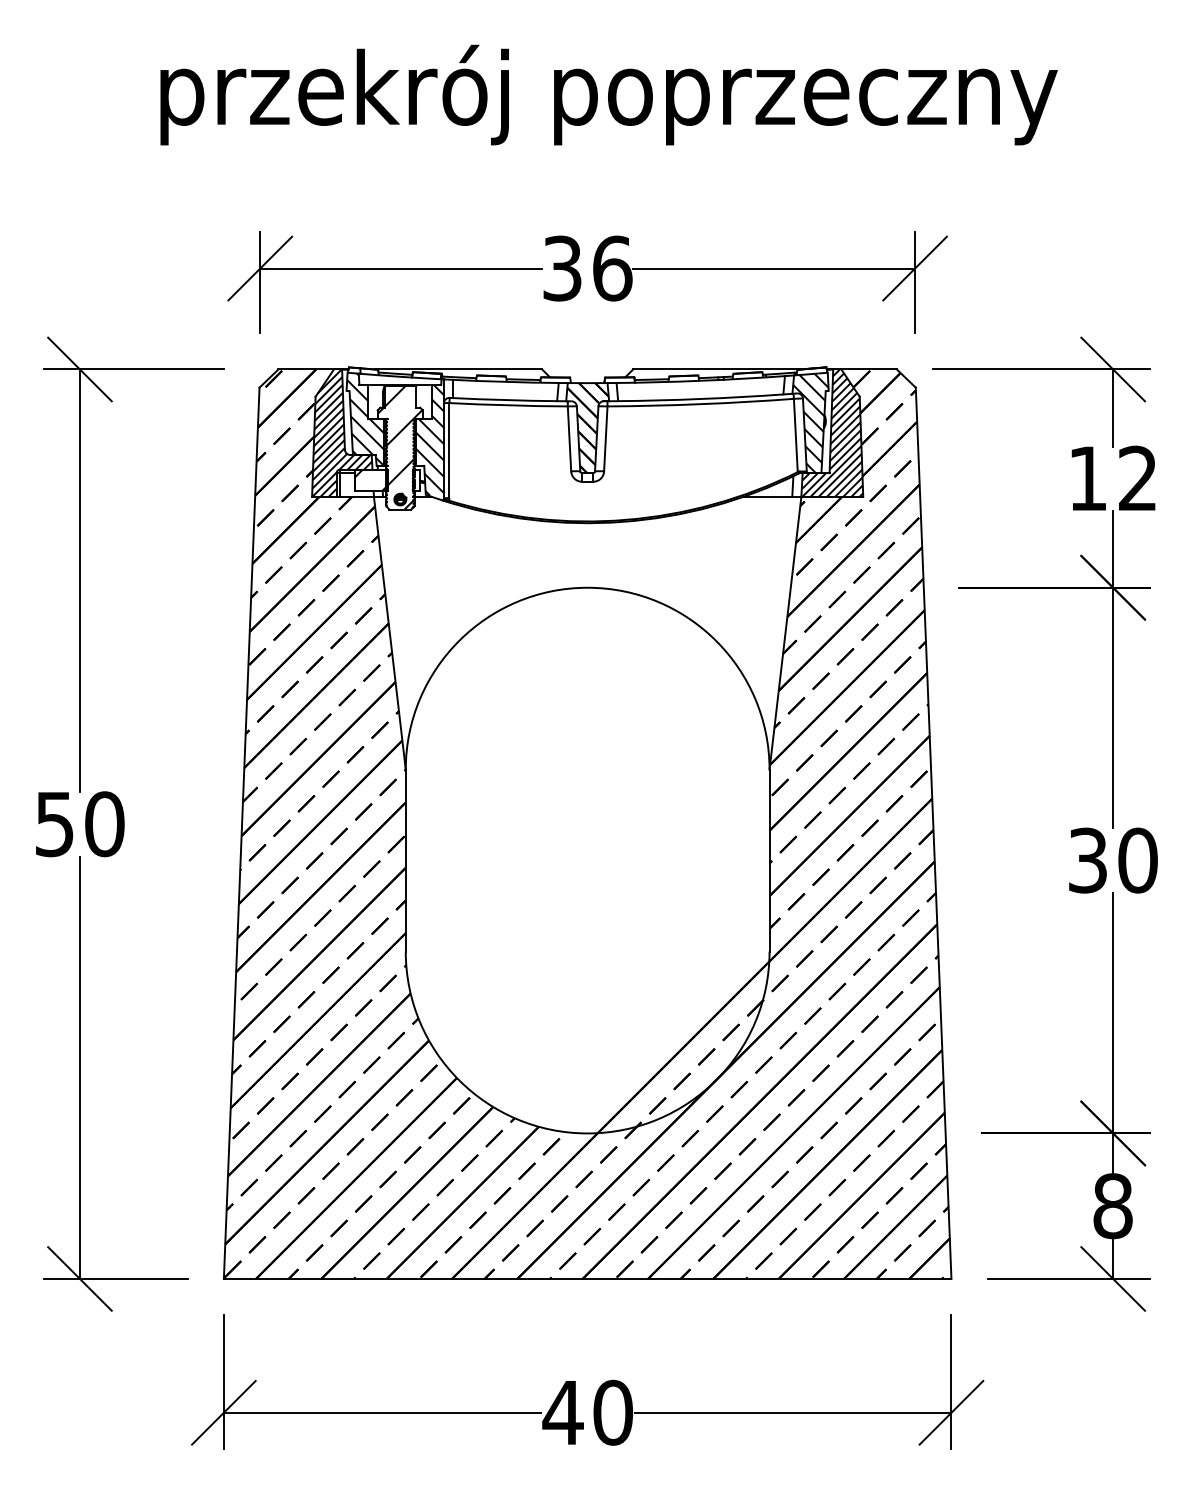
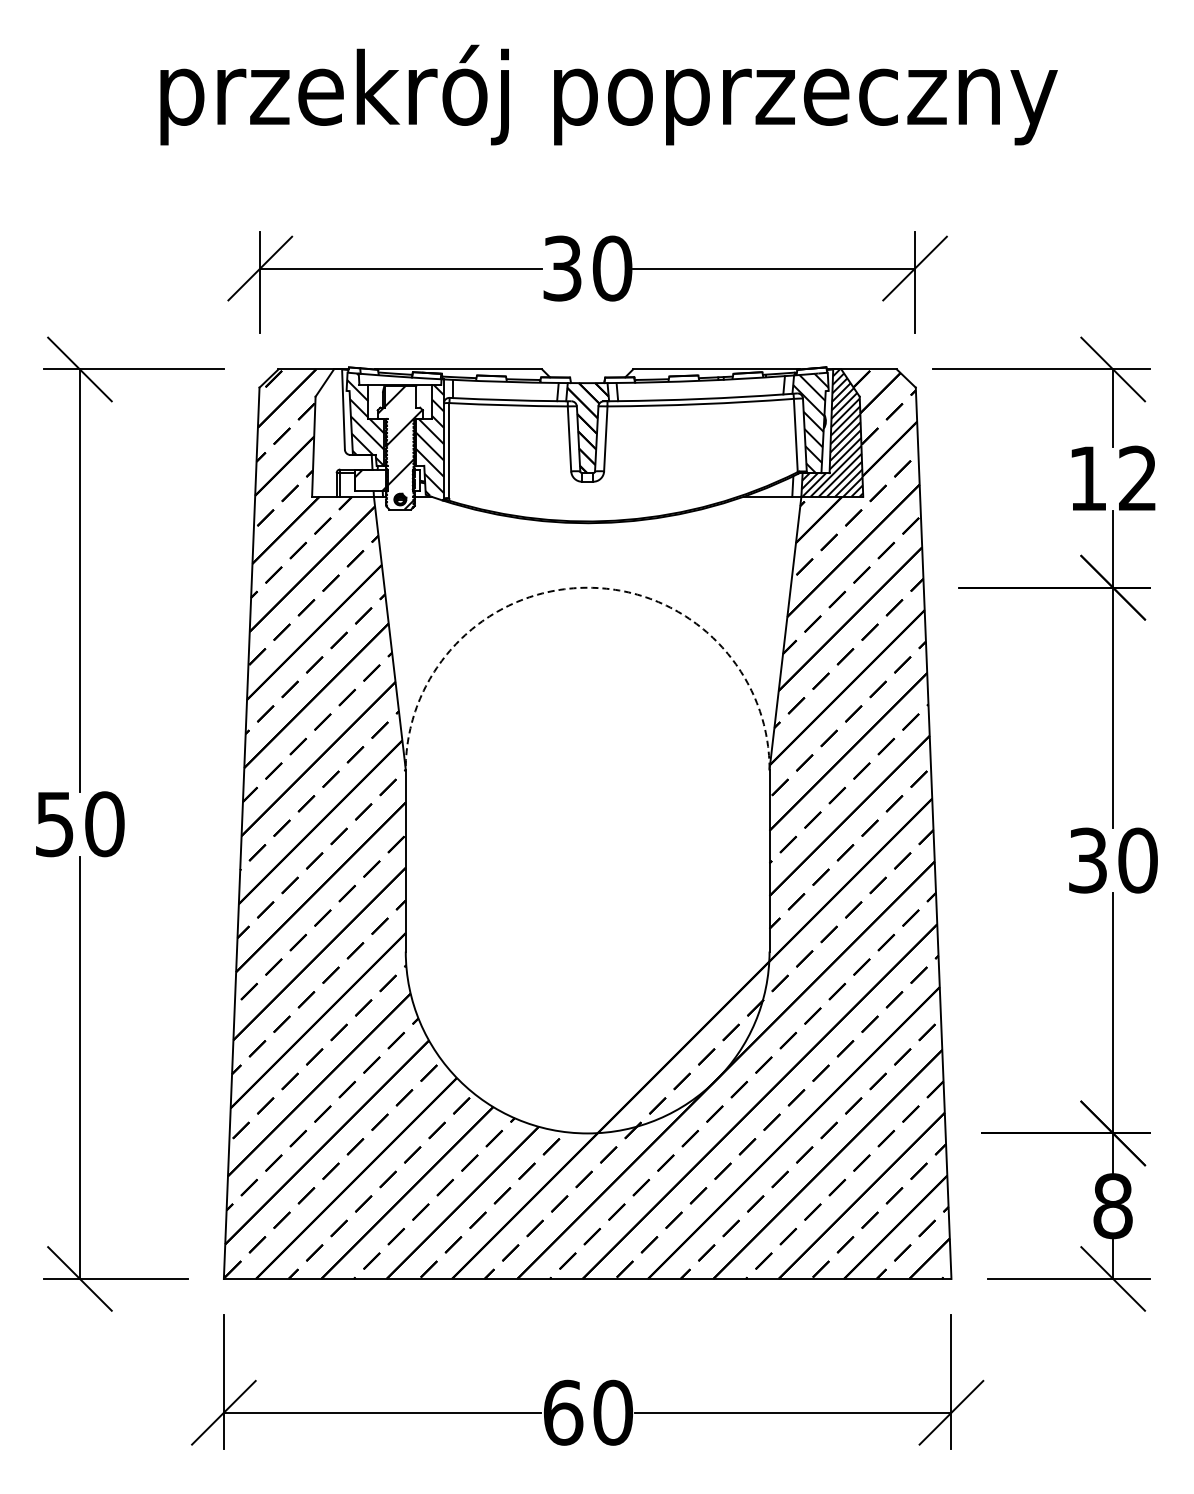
text at (612, 268): 36 -> 30
hatch at (342, 432): present -> none
arc at (587, 587): solid -> dashed
text at (562, 1412): 40 -> 60
